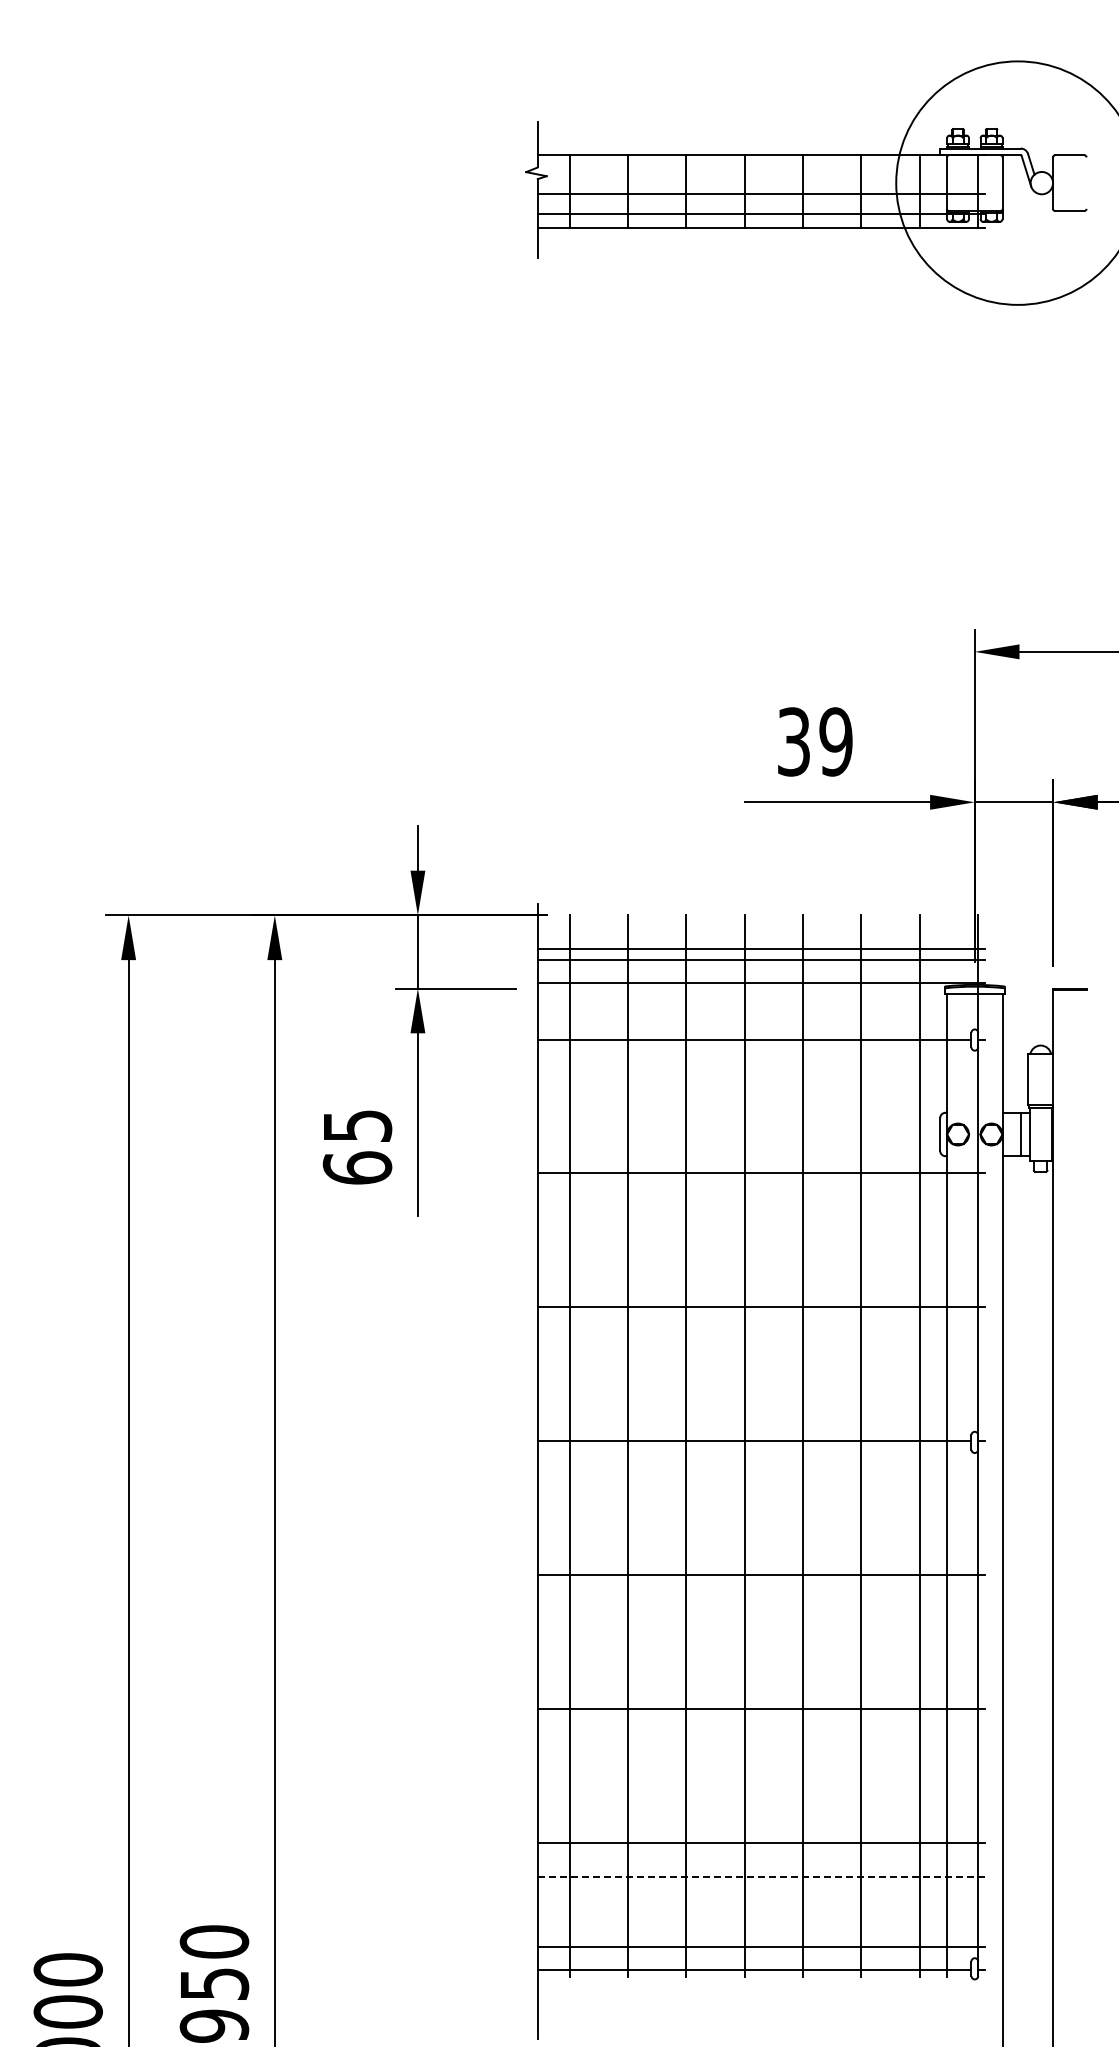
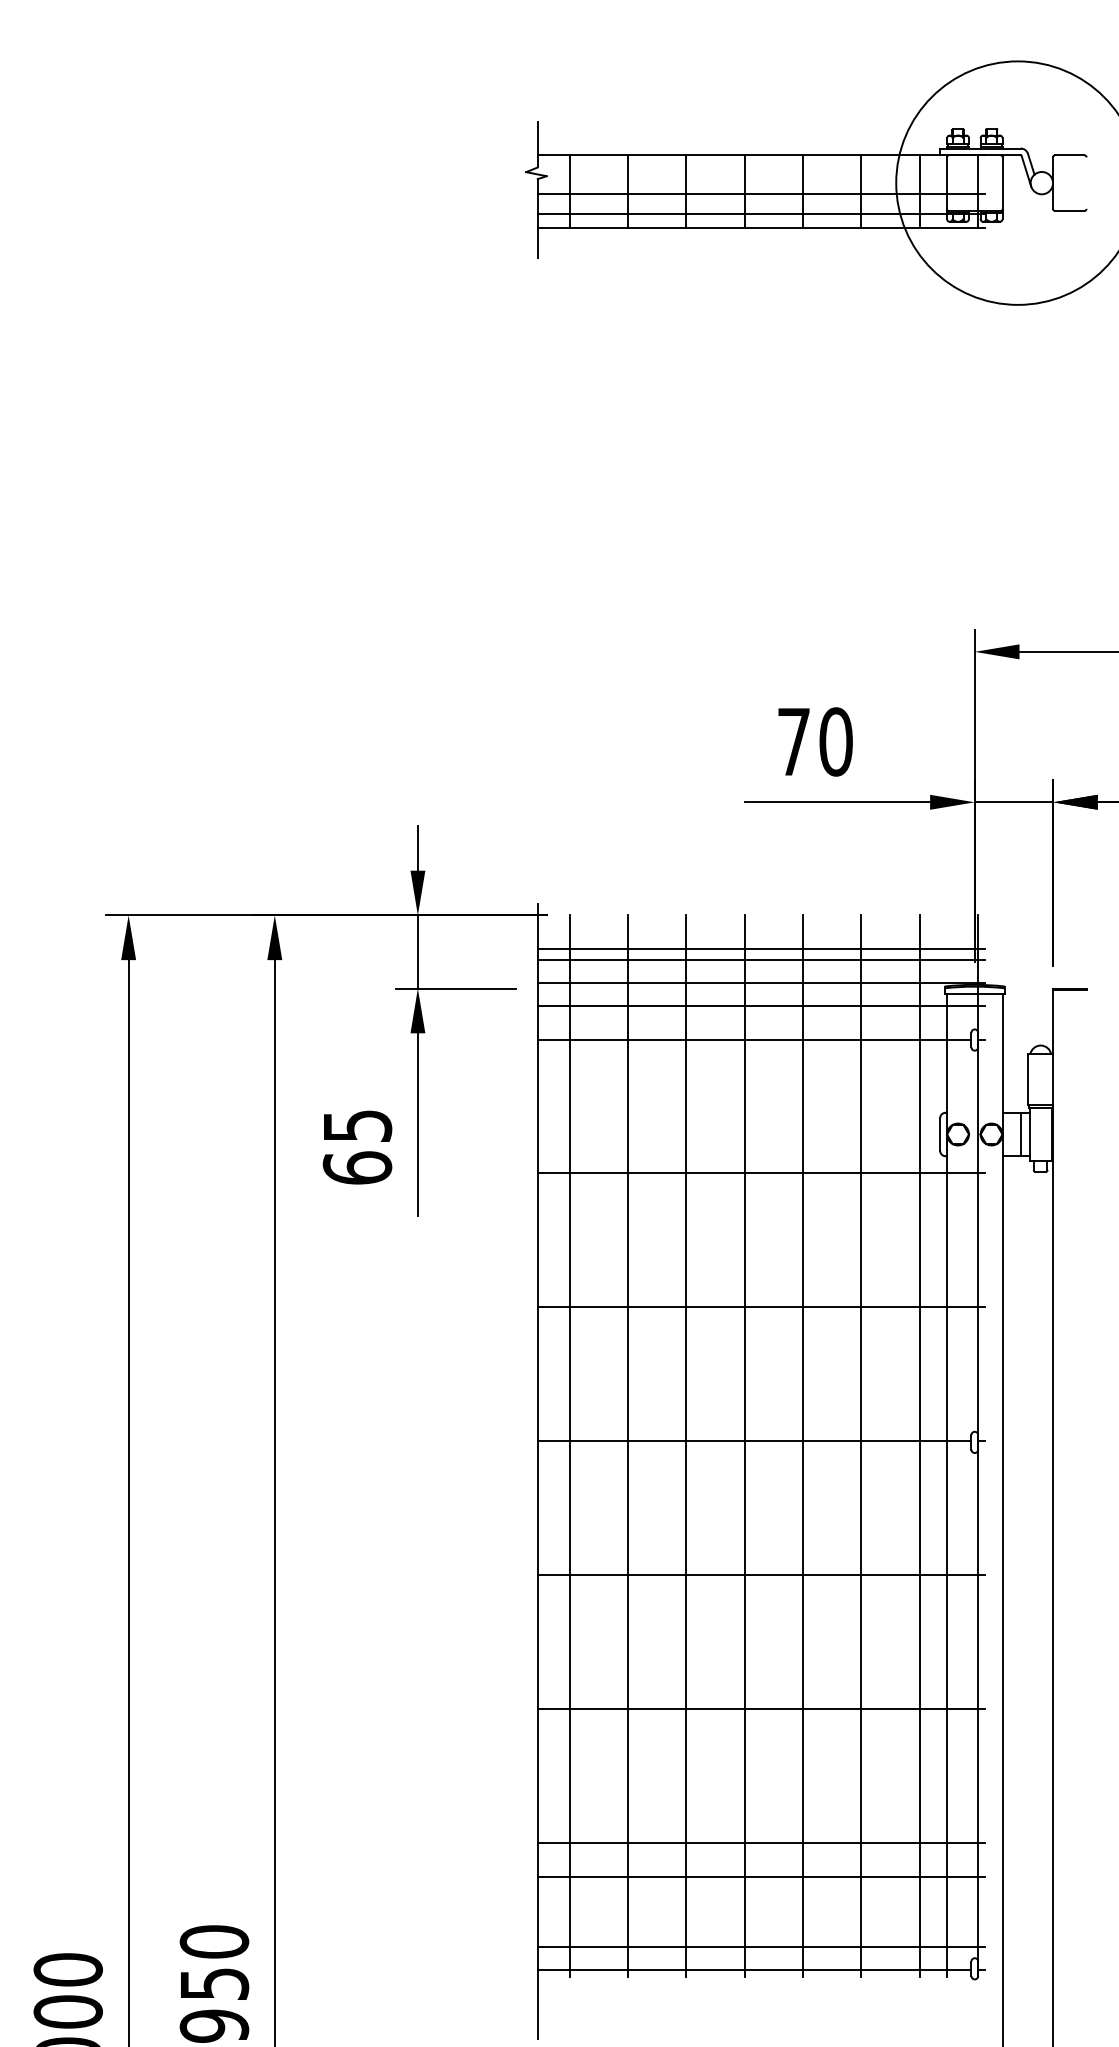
text at (815, 741): 39 -> 70
line at (760, 1005): none -> present
line at (761, 1876): dashed -> solid
